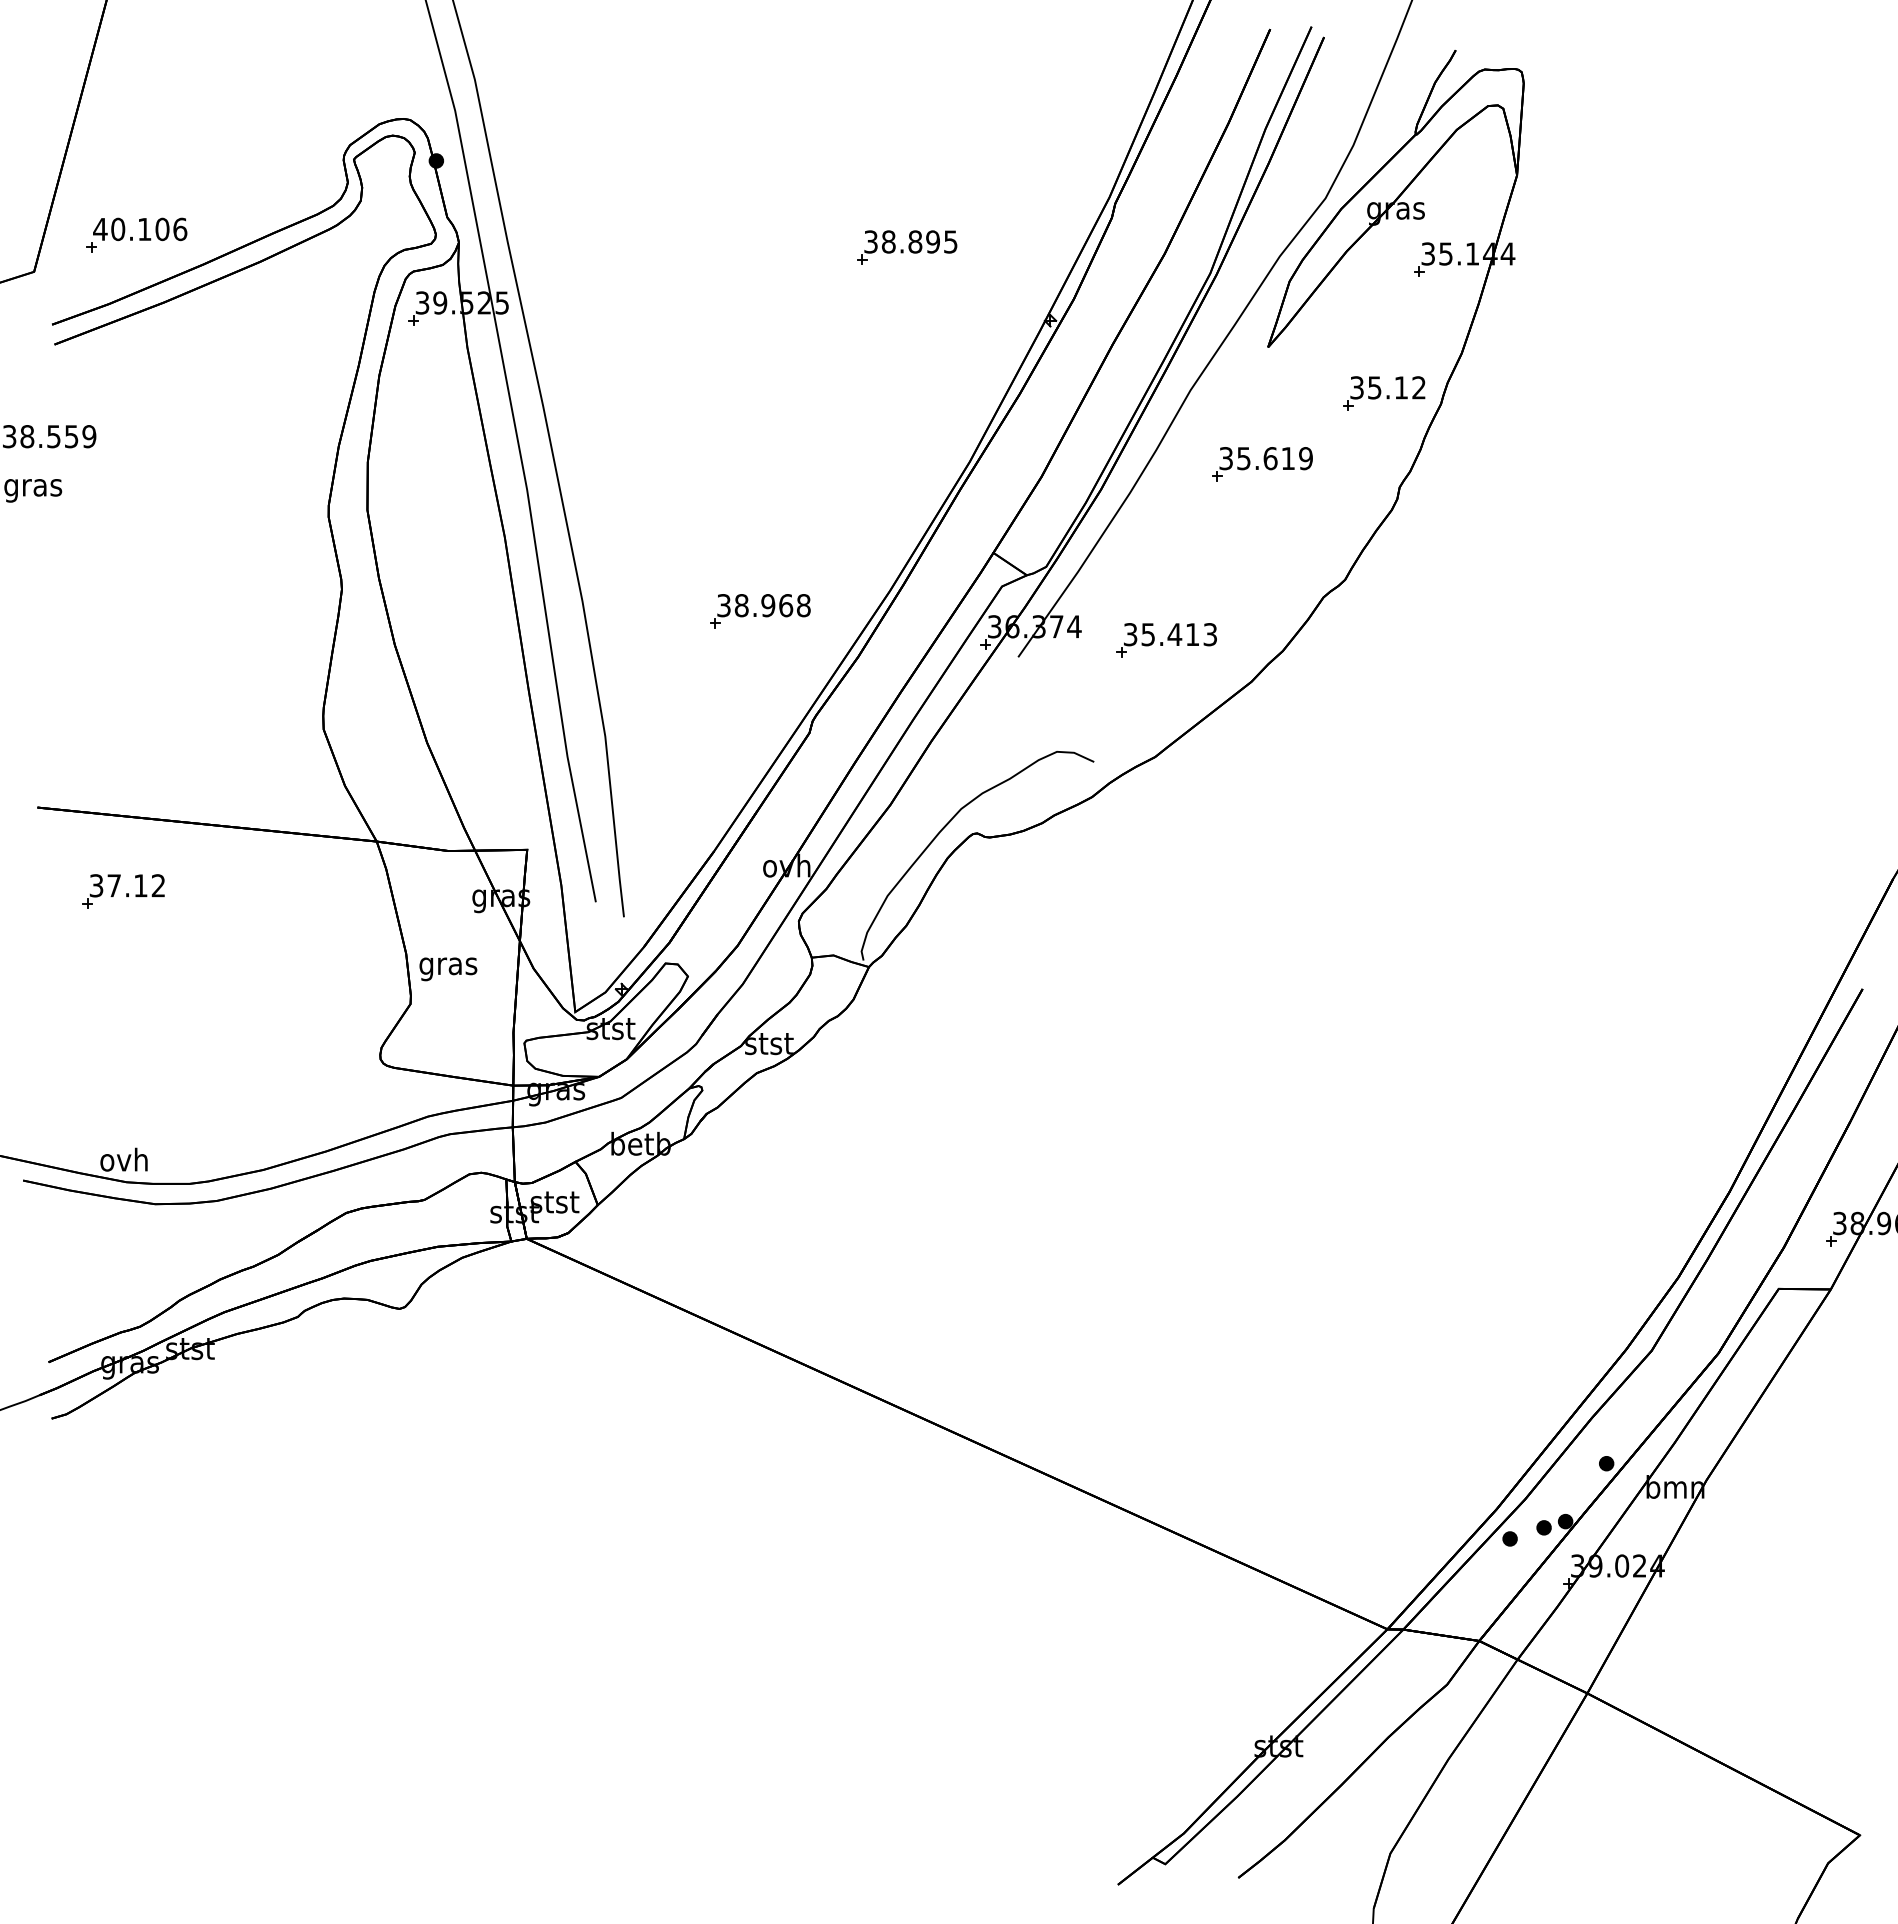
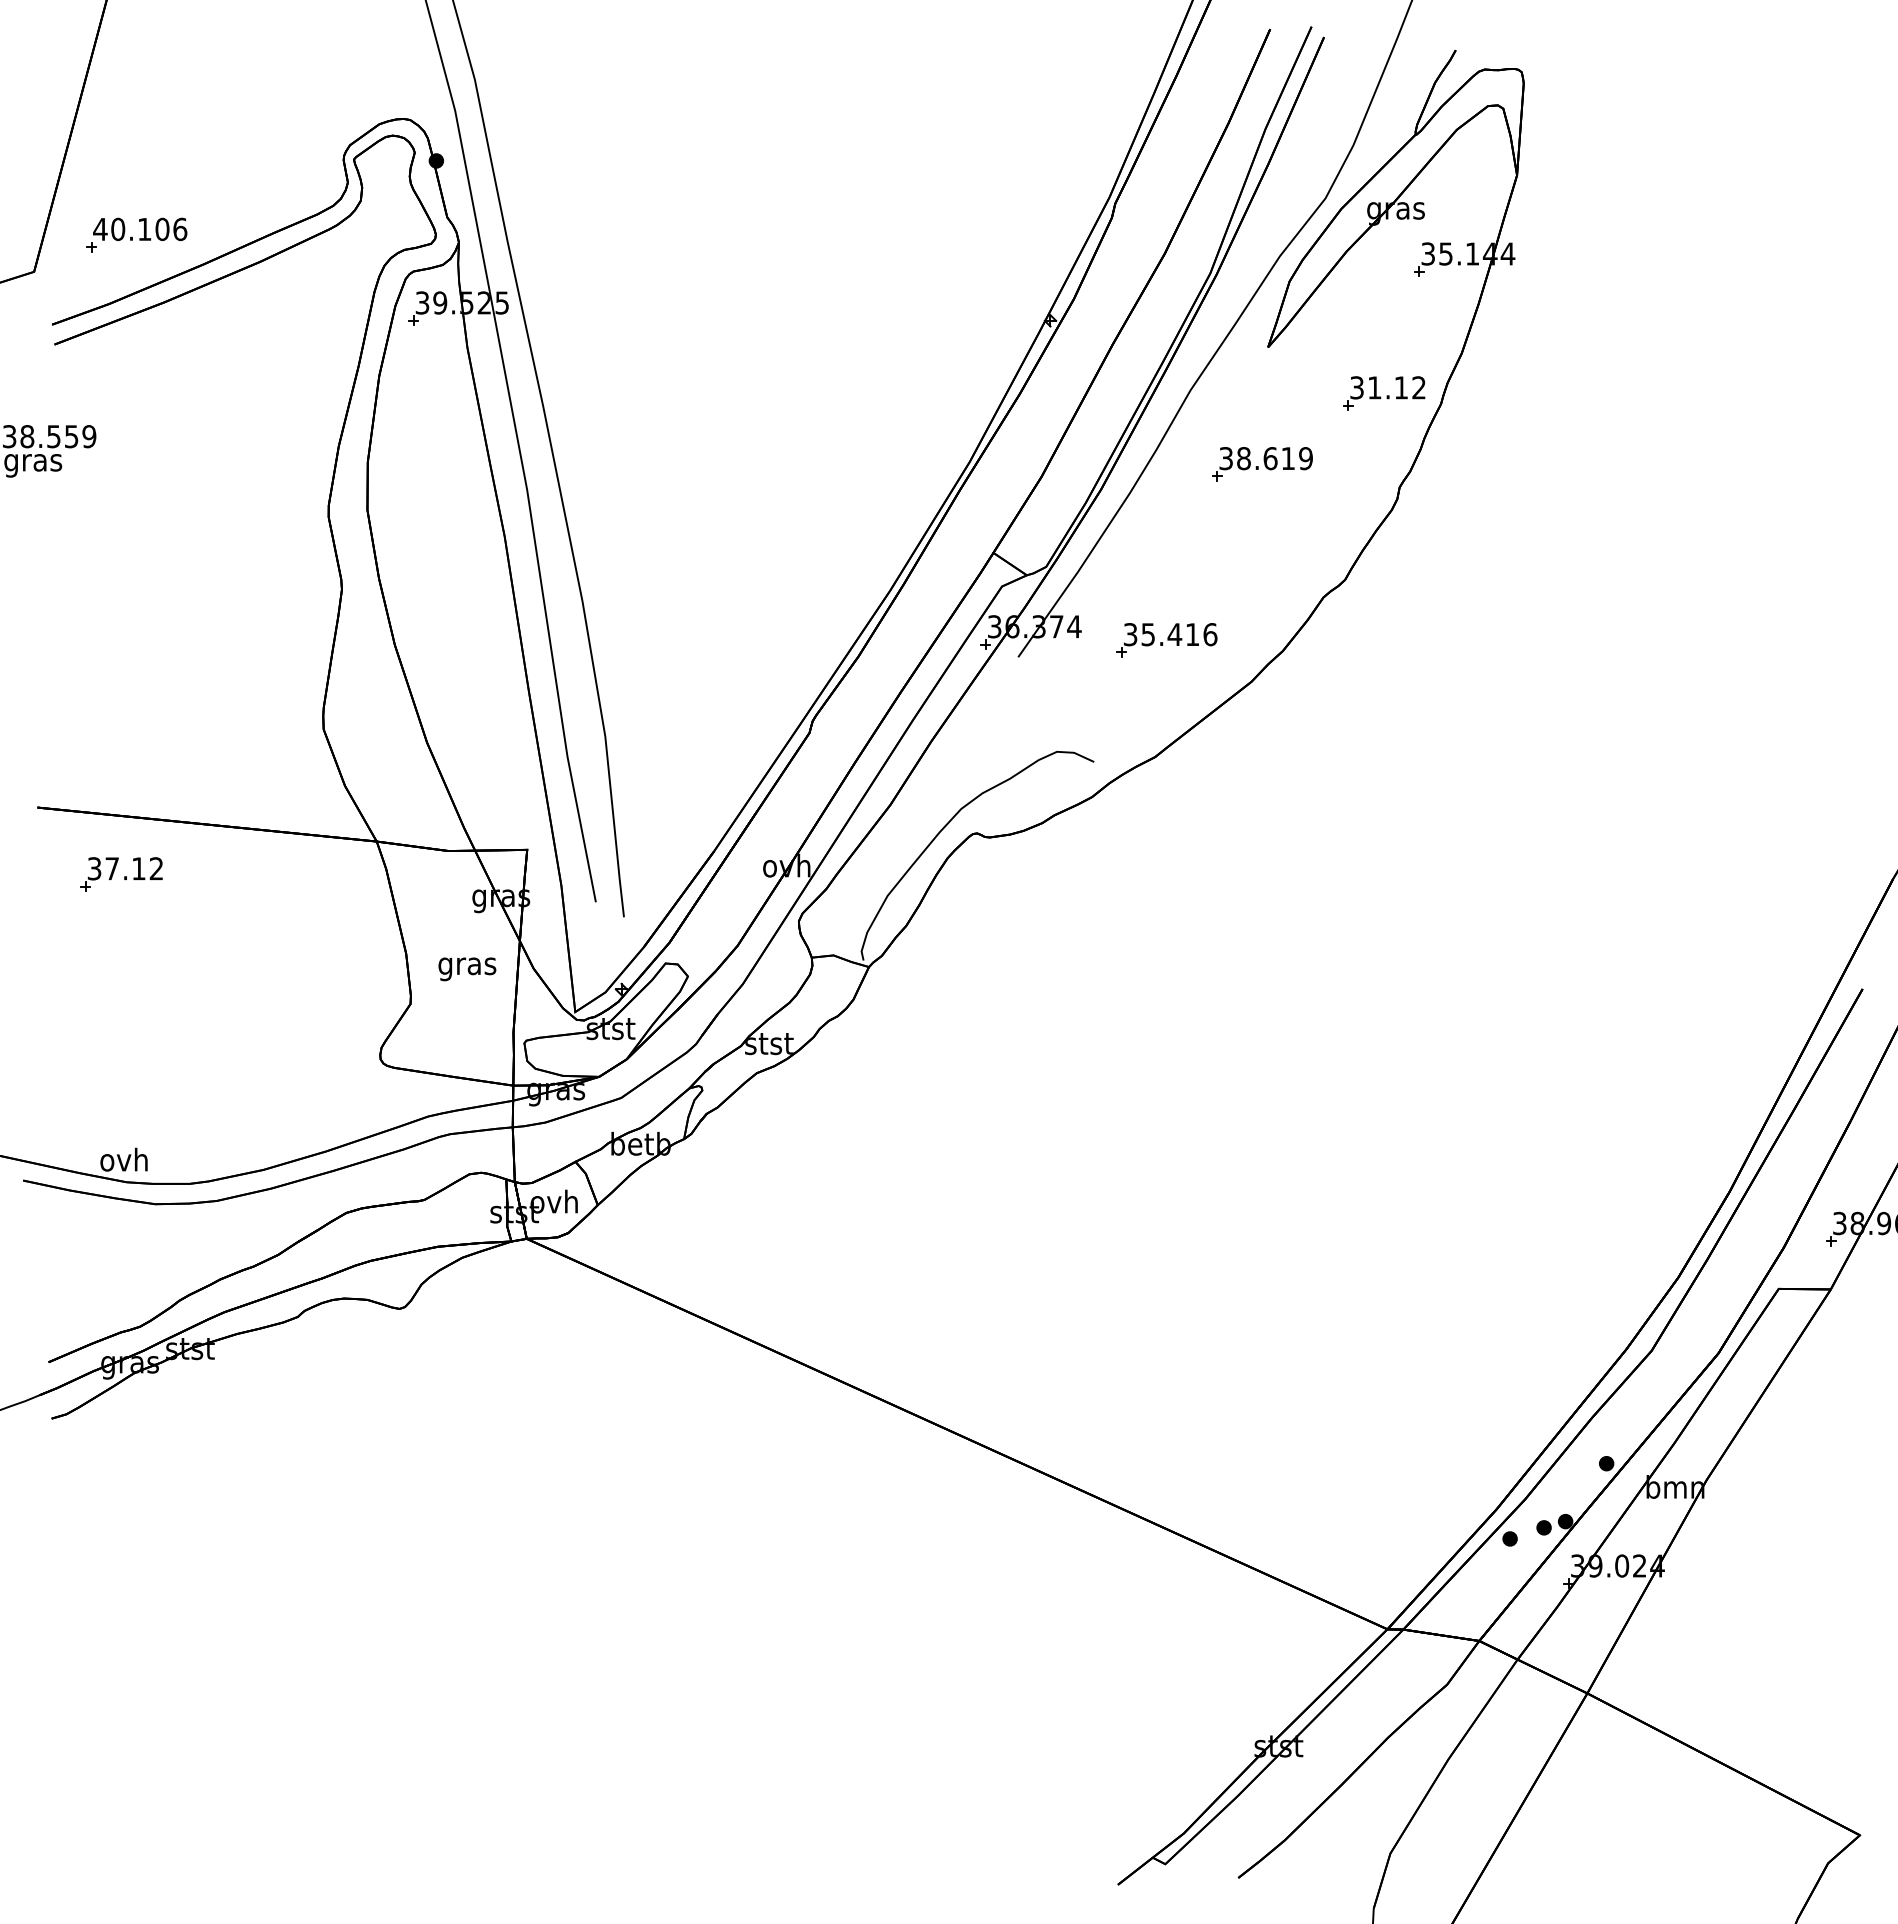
part at (907, 247): present -> none
text at (1374, 387): 35.12 -> 31.12
text at (1243, 458): 35.619 -> 38.619
text at (33, 490) position: (33, 490) -> (33, 465)
part at (760, 611): present -> none
text at (1210, 634): 35.413 -> 35.416
part at (123, 891) position: (123, 891) -> (121, 874)
text at (448, 969) position: (448, 969) -> (467, 969)
text at (554, 1201): stst -> ovh
